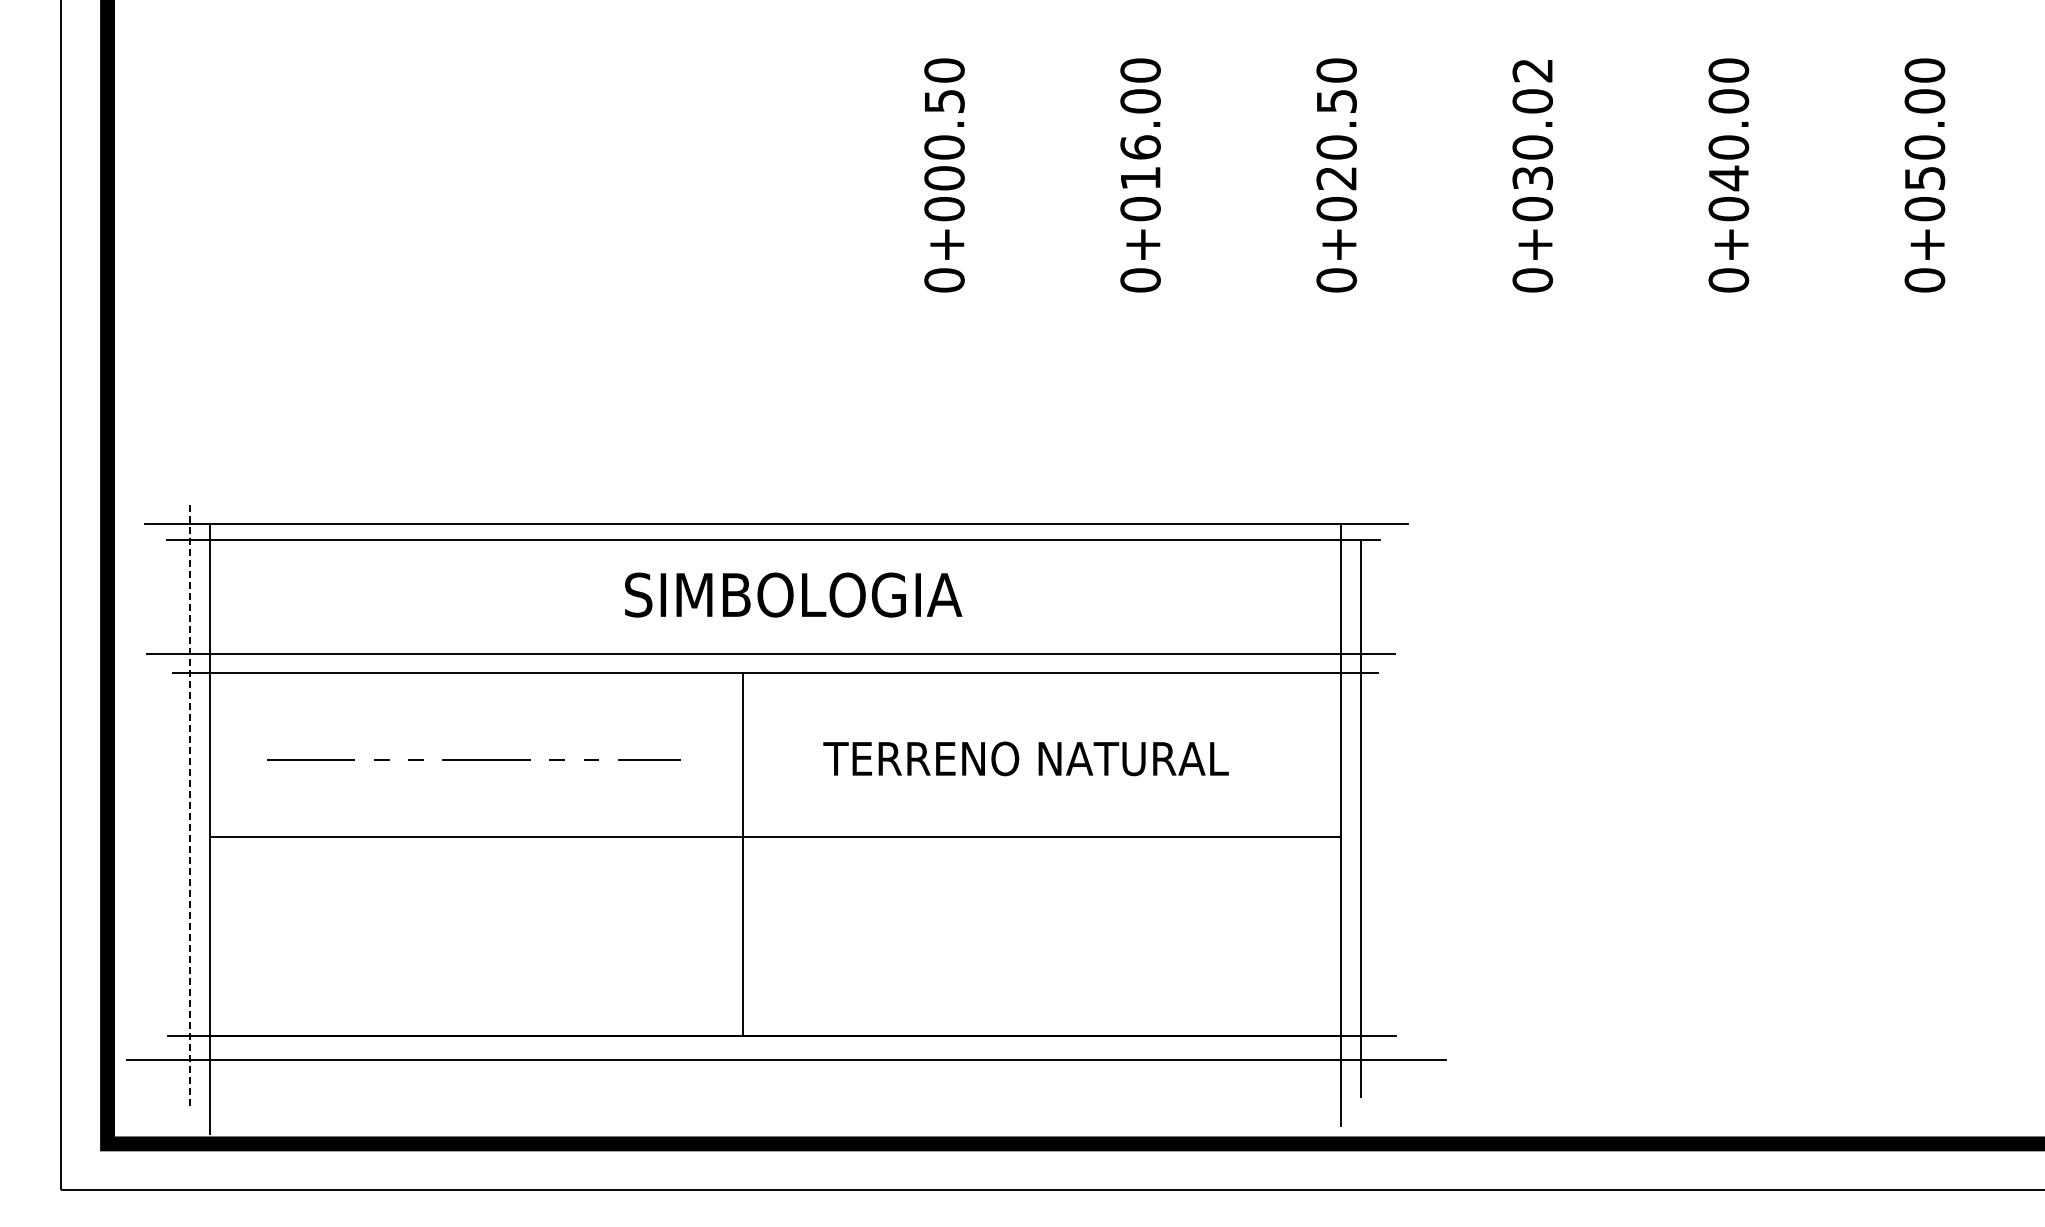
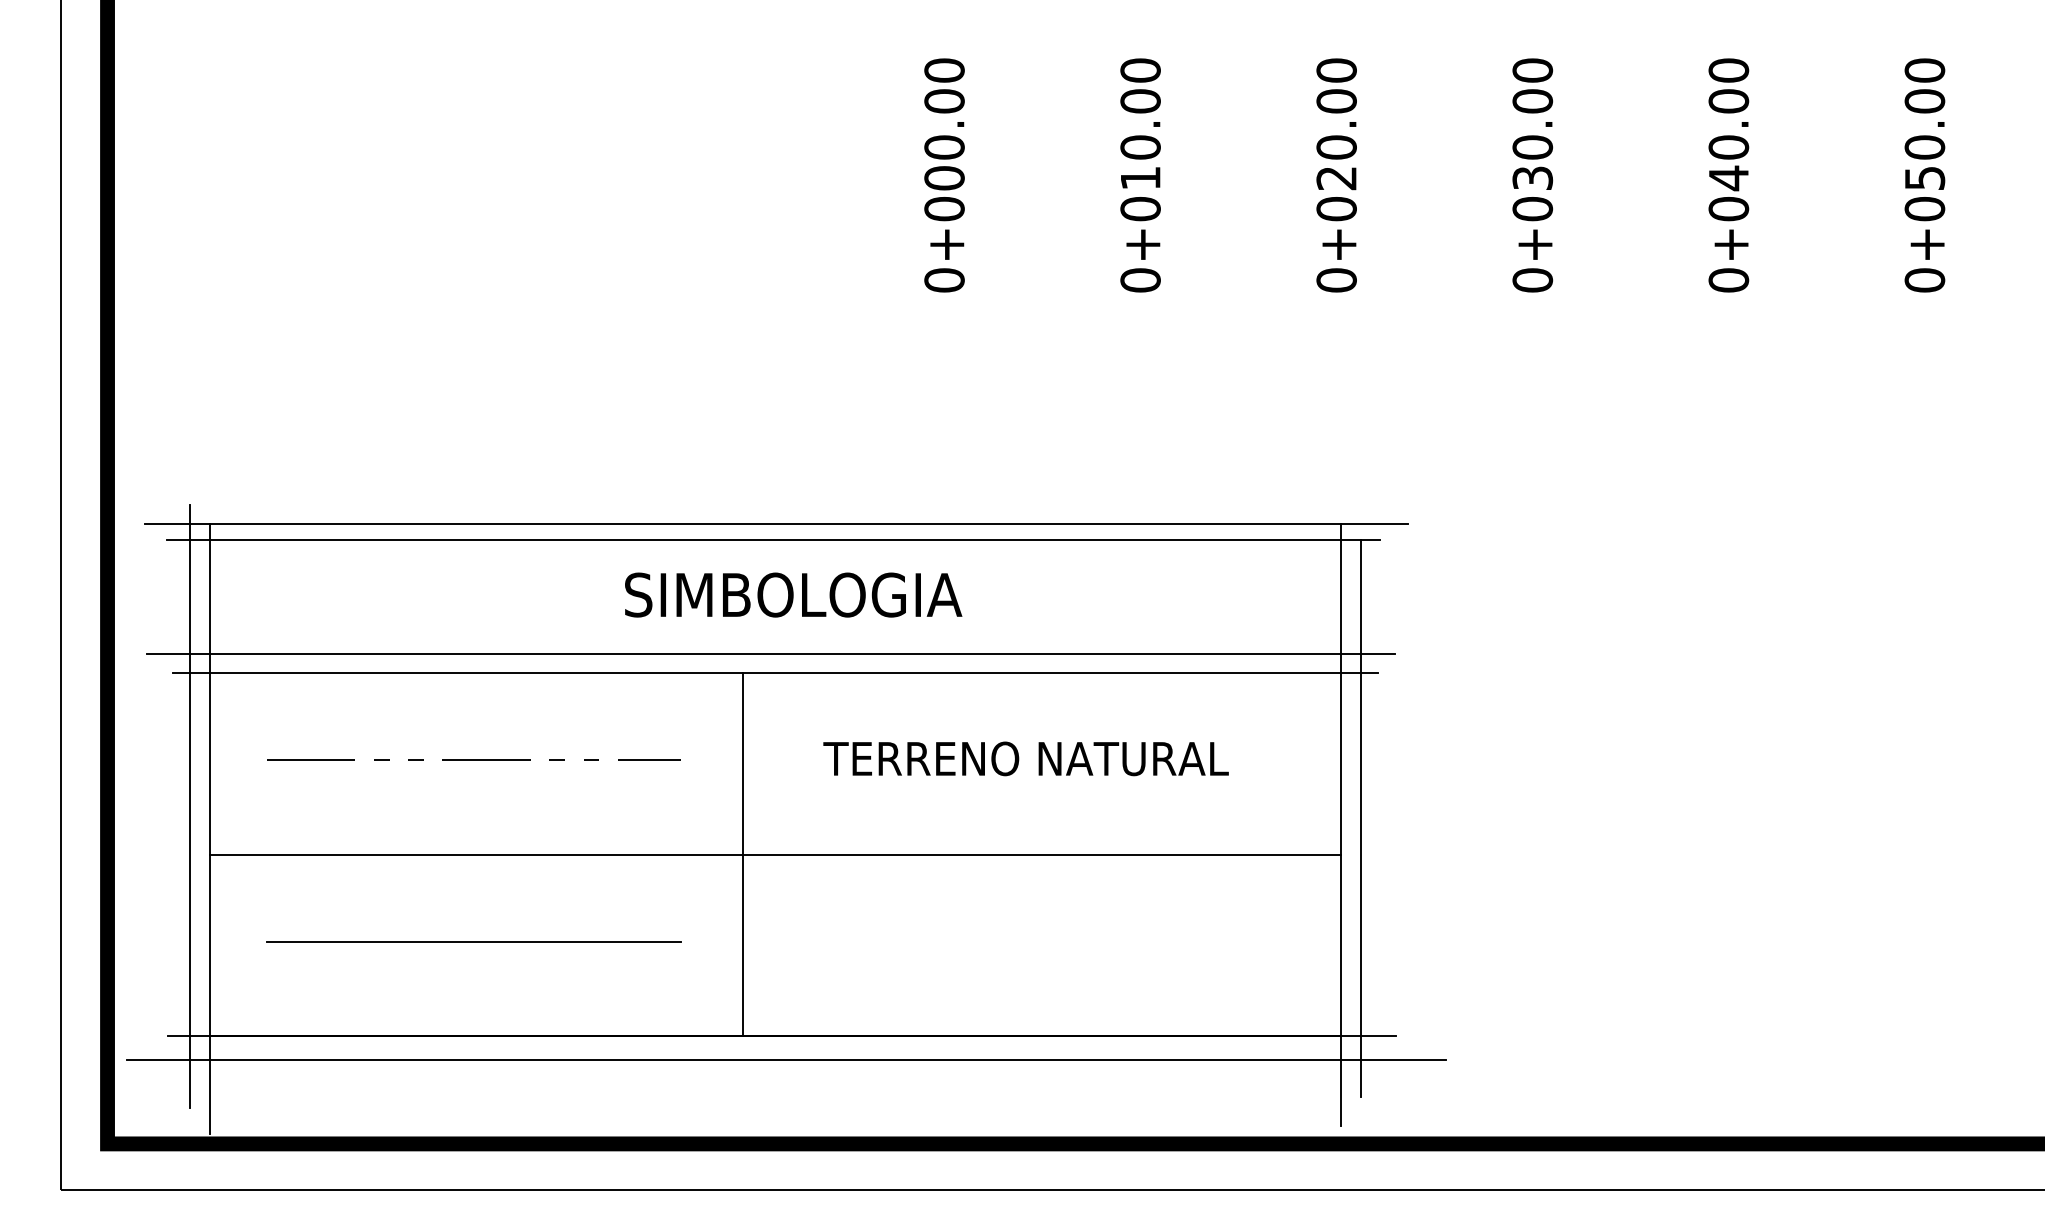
text at (1532, 70): 0+030.02 -> 0+030.00
text at (944, 101): 0+000.50 -> 0+000.00
text at (1336, 101): 0+020.50 -> 0+020.00
text at (1140, 147): 0+016.00 -> 0+010.00
line at (190, 806): dashed -> solid
line at (775, 836) position: (775, 836) -> (775, 854)
line at (473, 941): none -> present
